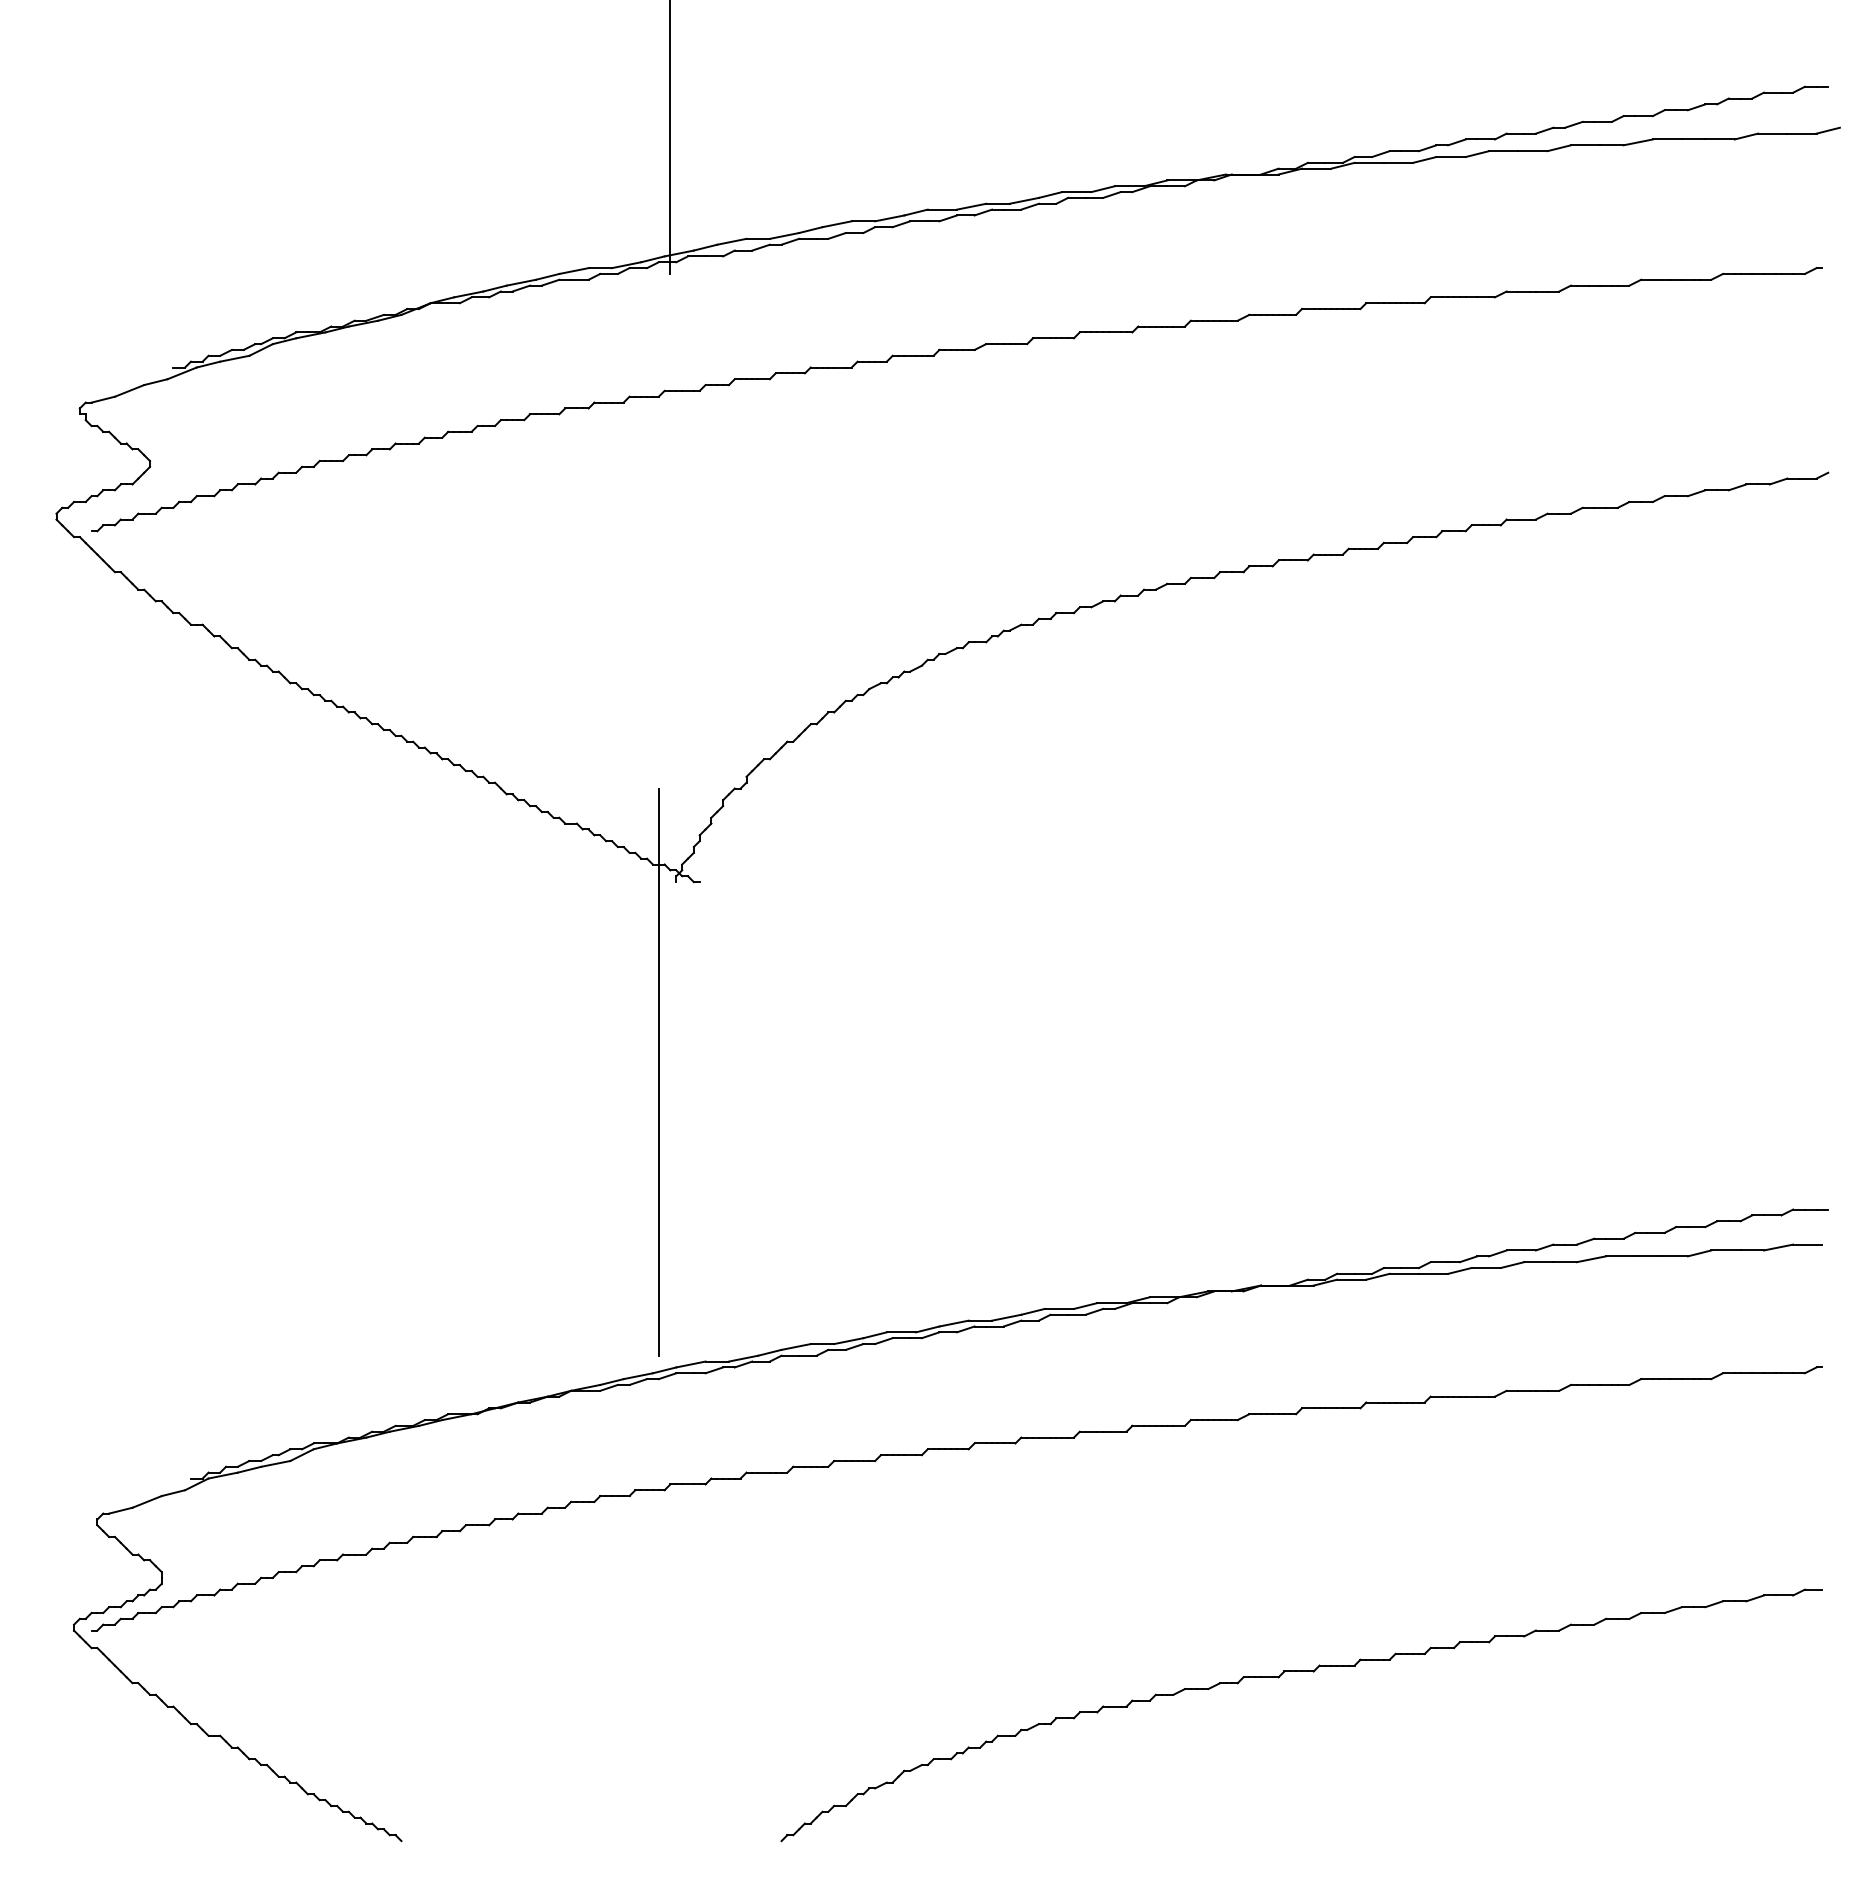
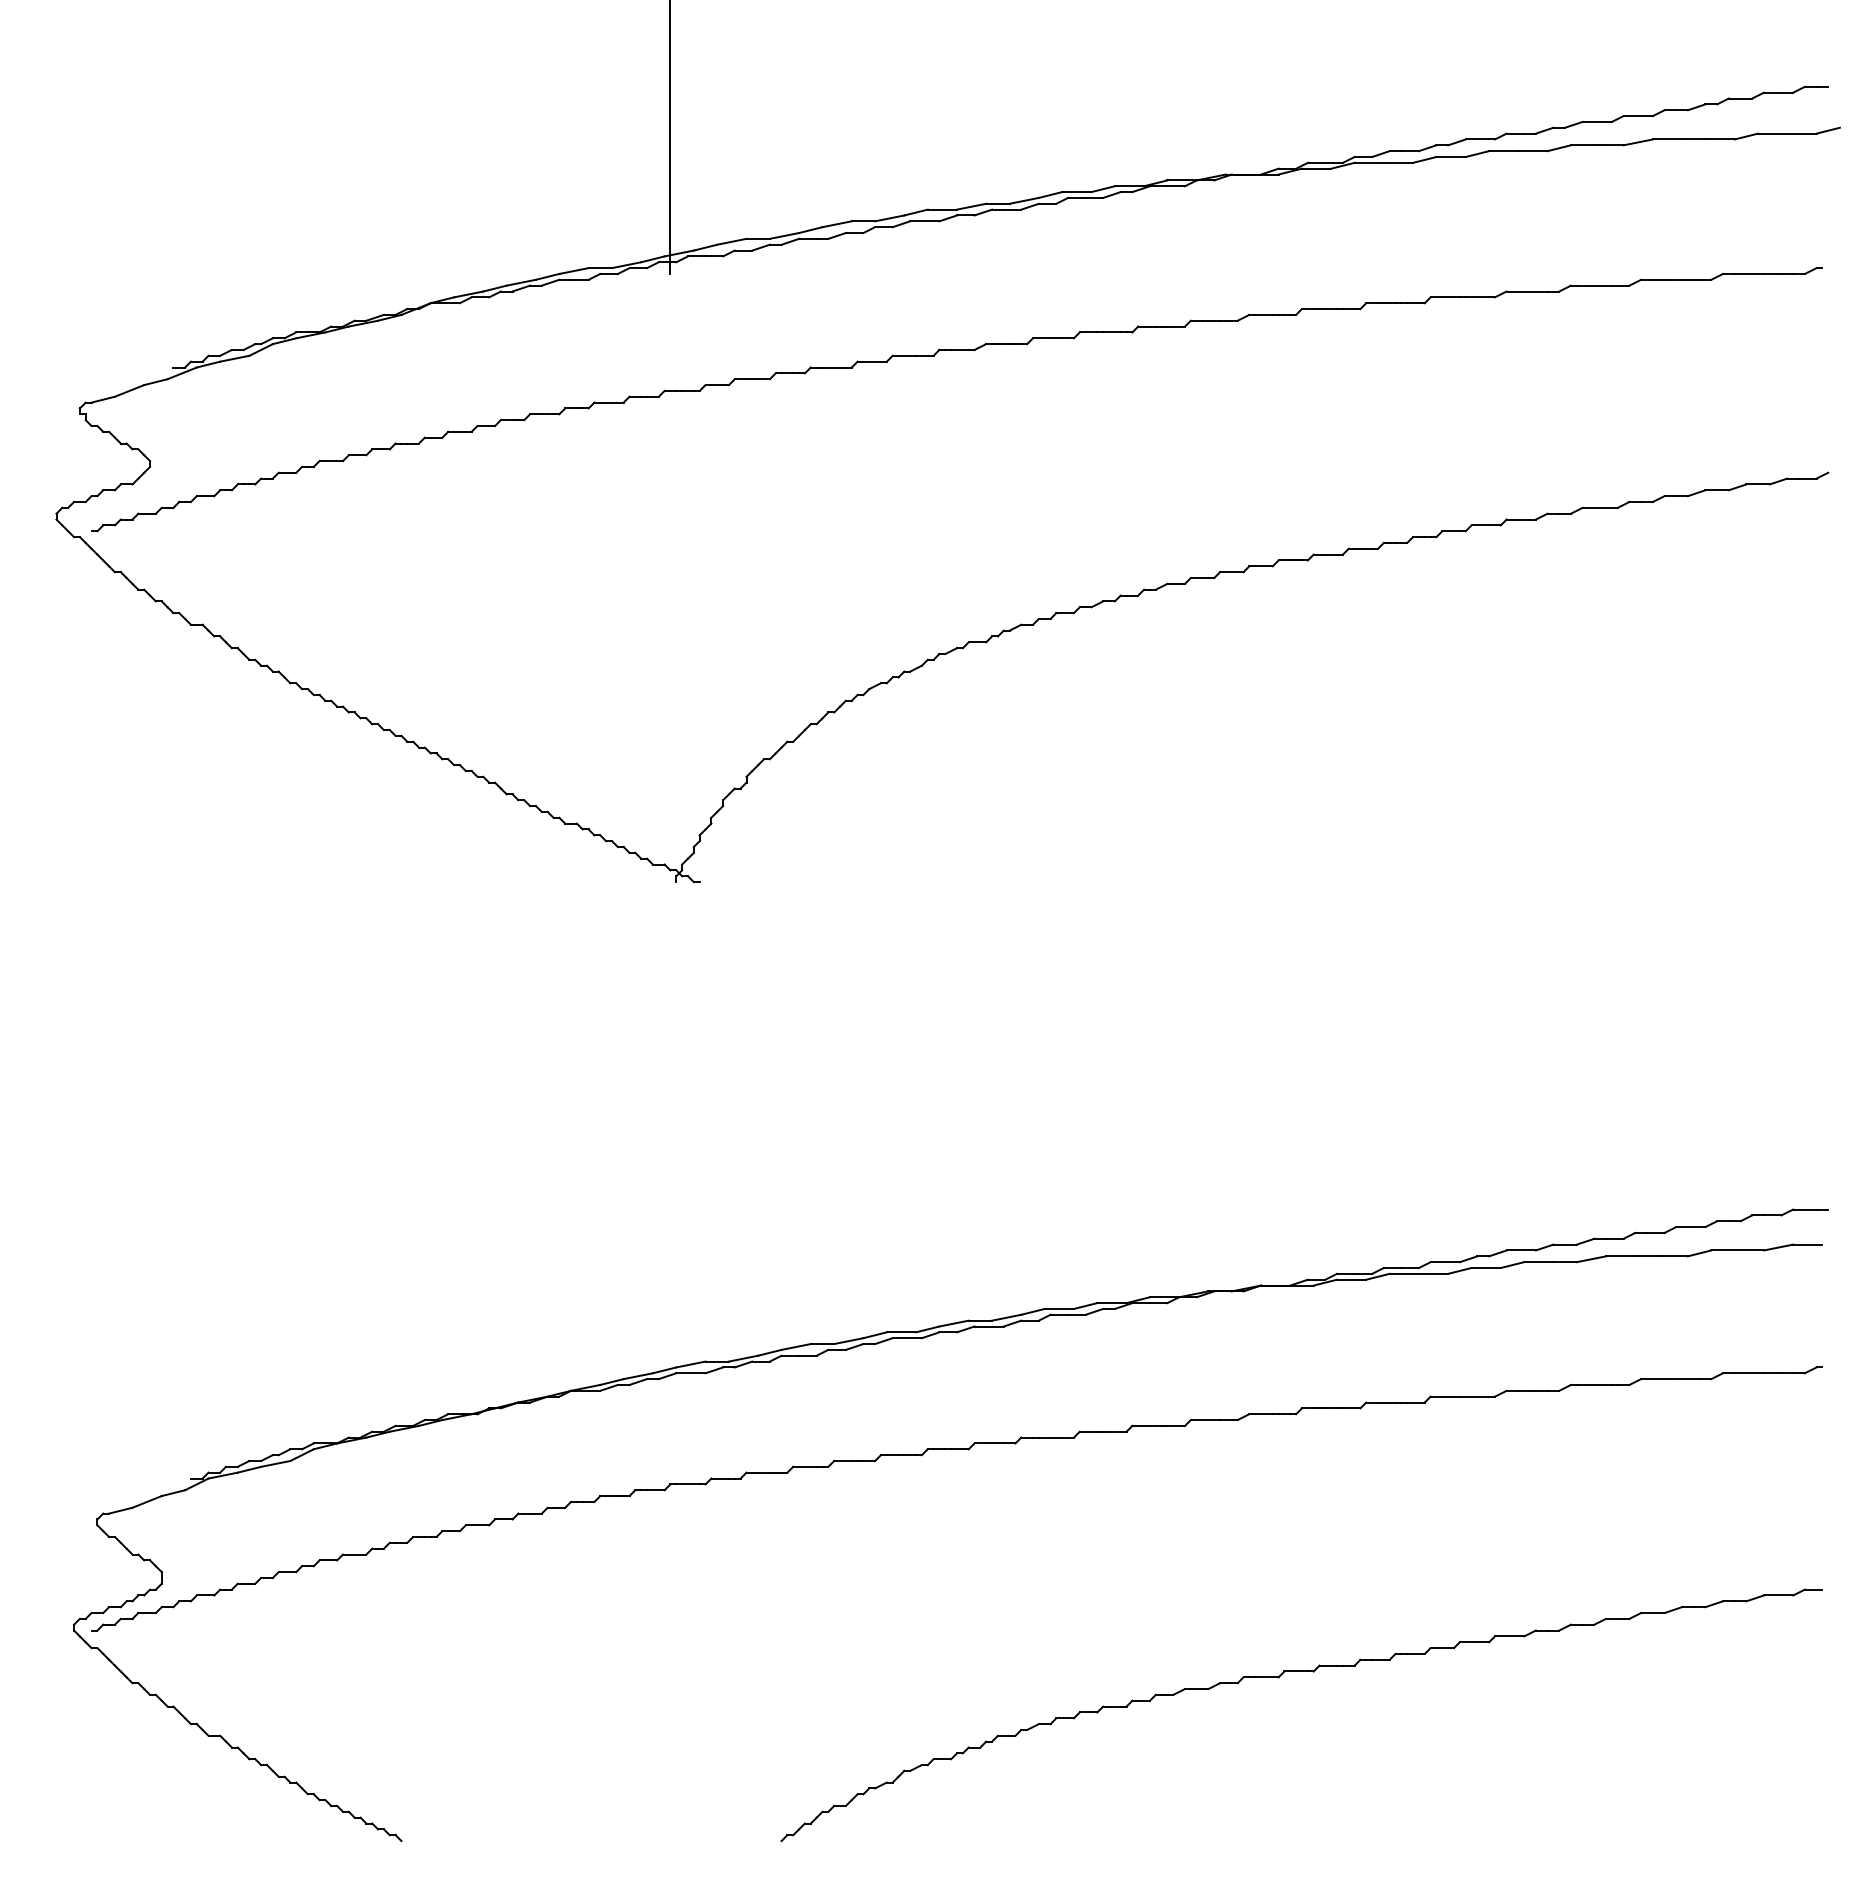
line at (658, 1071): present -> none
